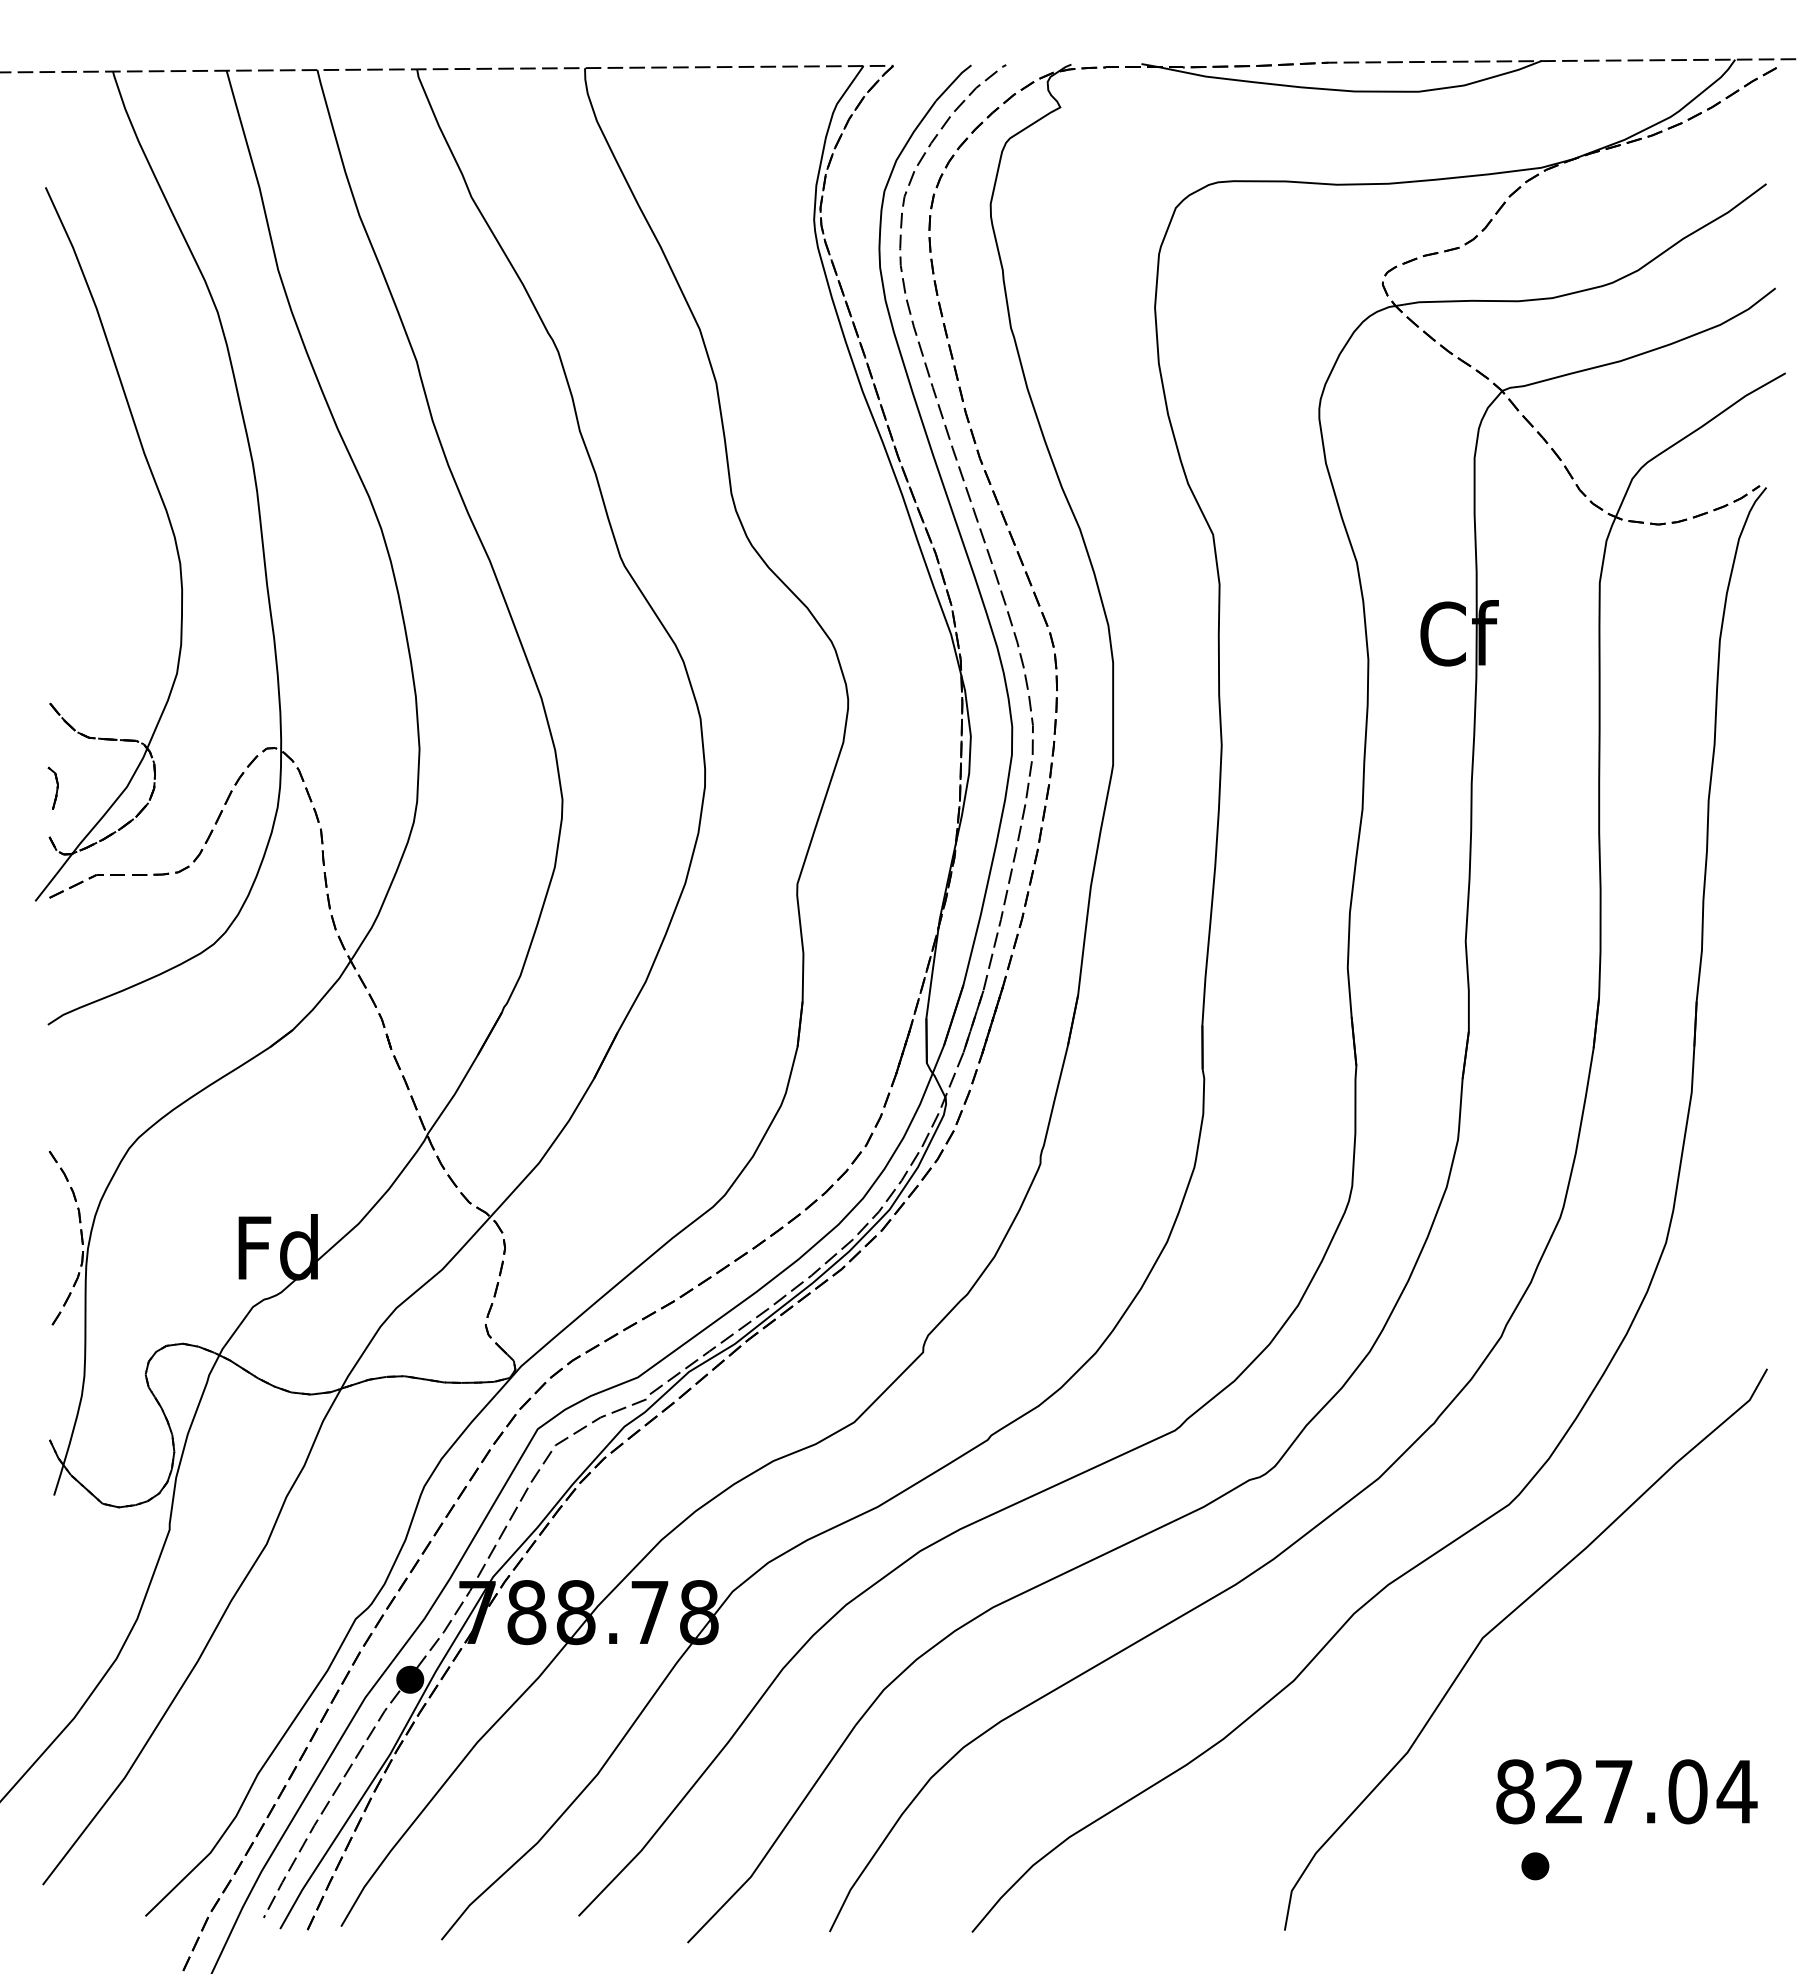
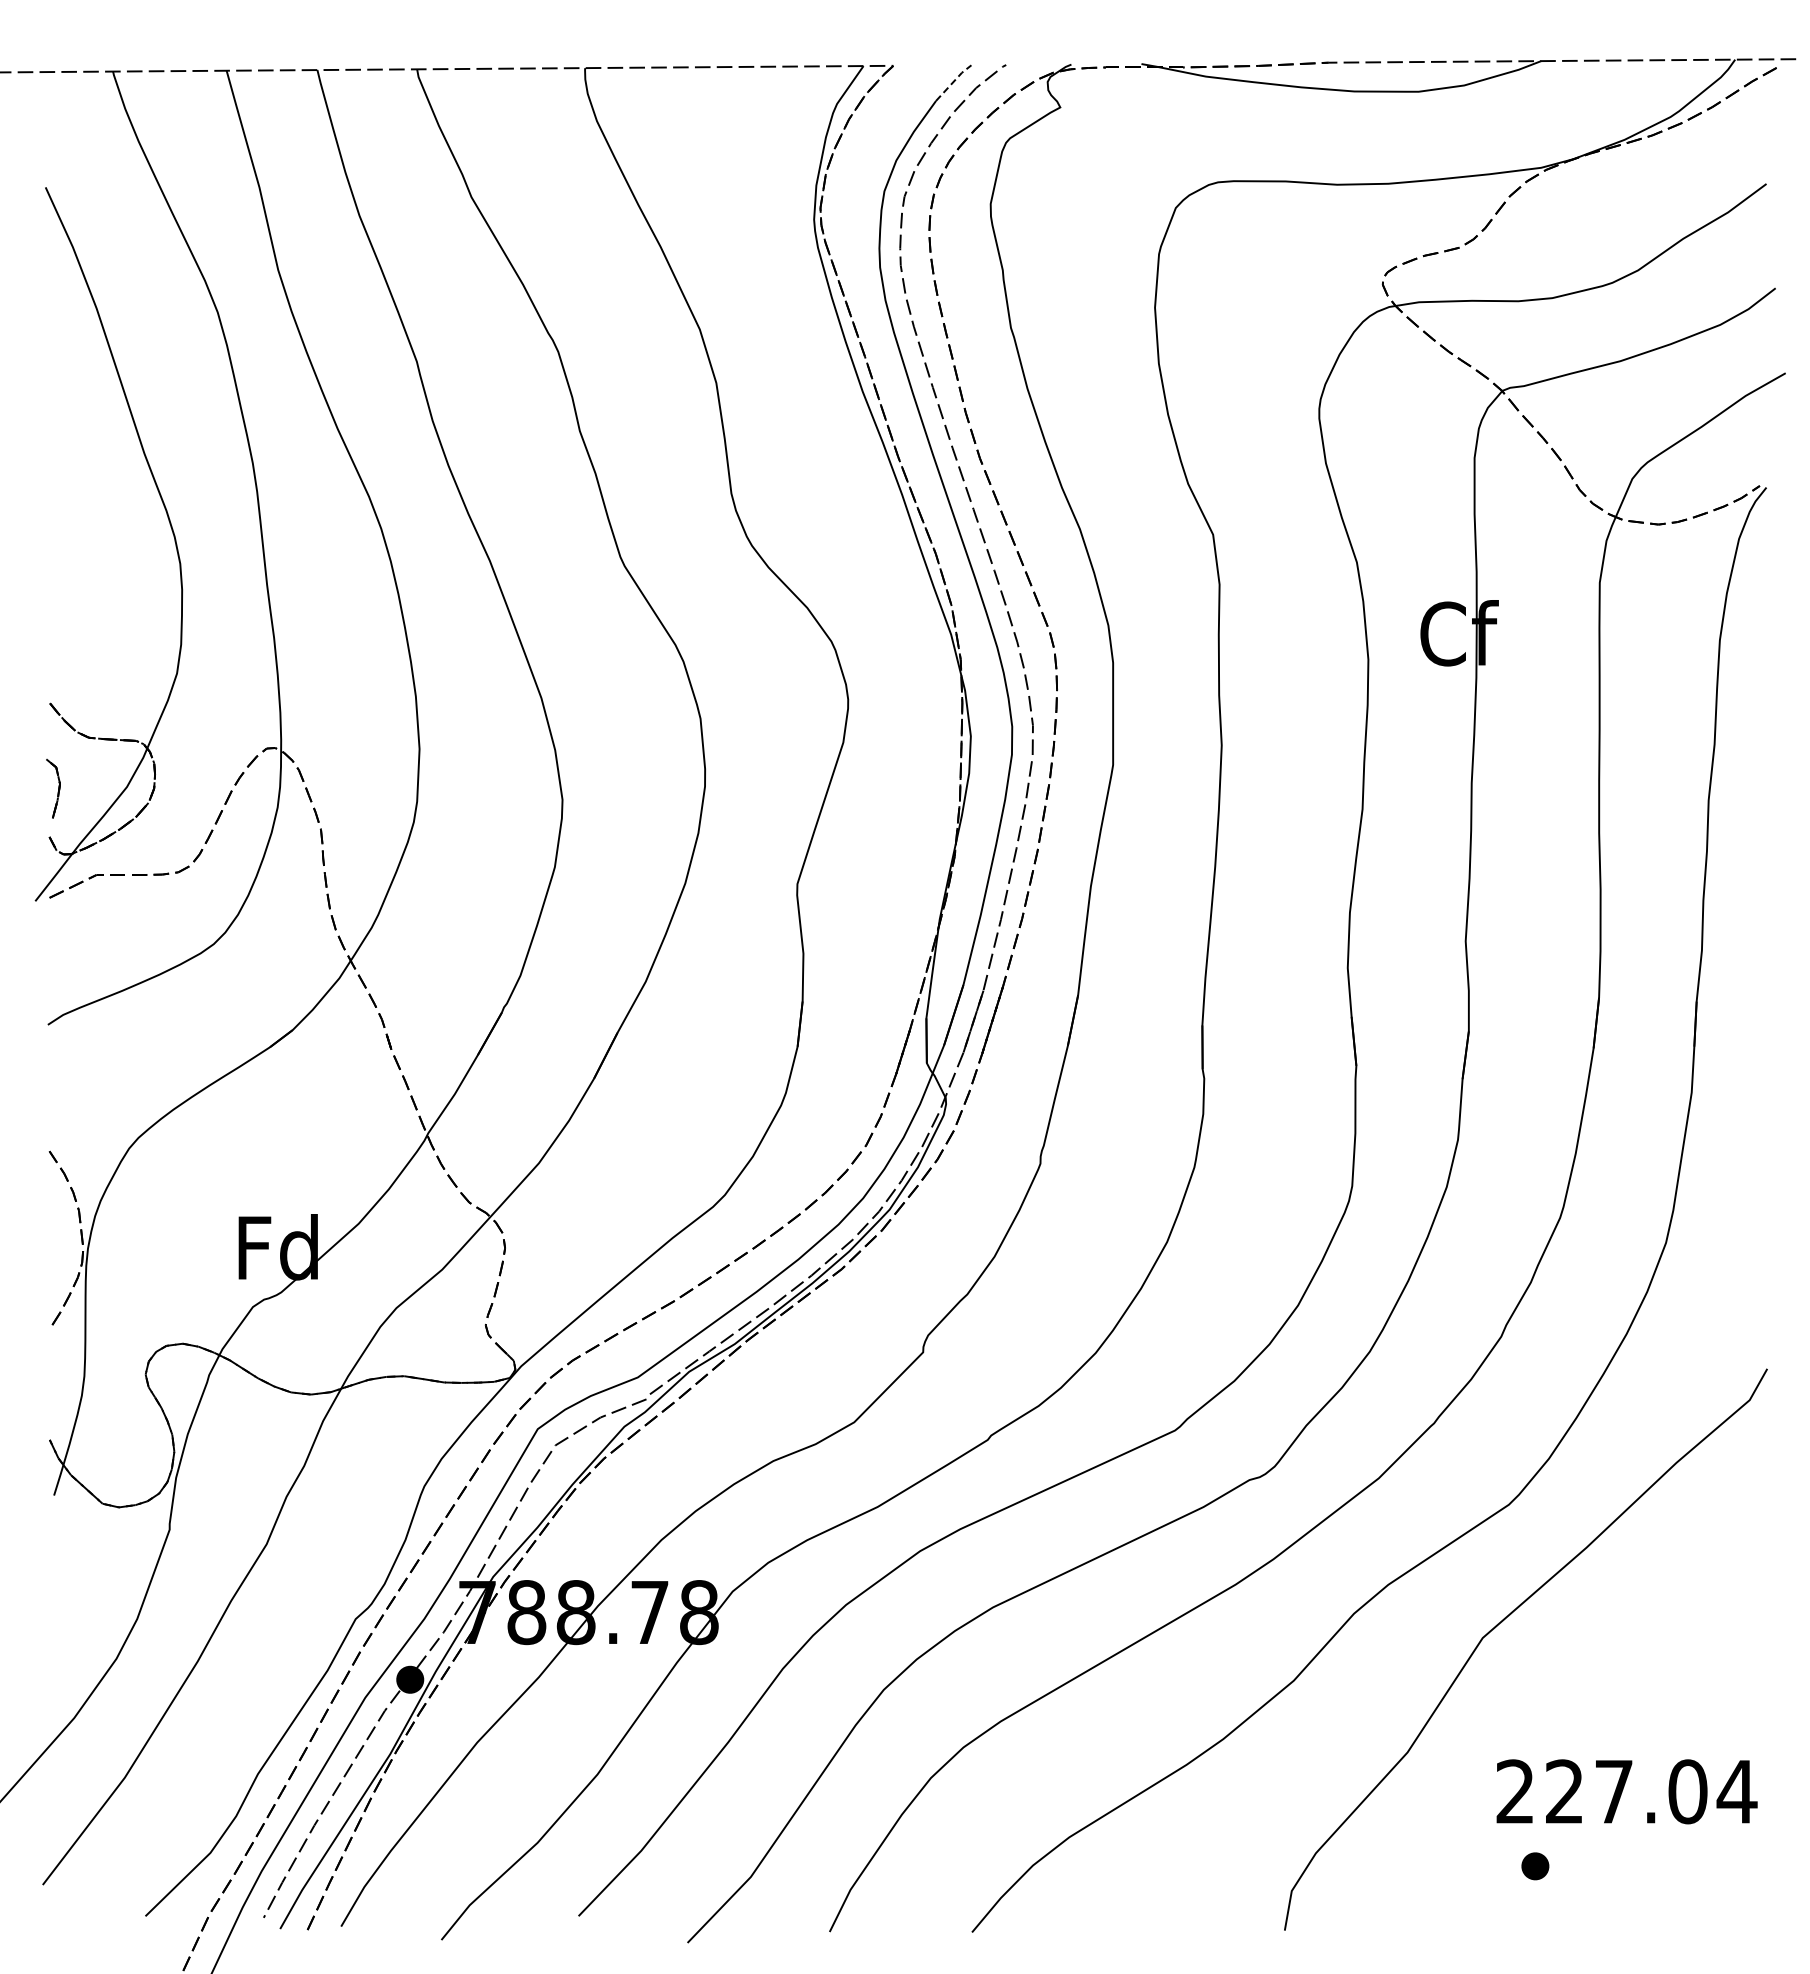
line at (954, 81): solid -> dashed
part at (52, 787) size: 12x44 px -> 15x61 px
text at (1515, 1791): 827.04 -> 227.04
